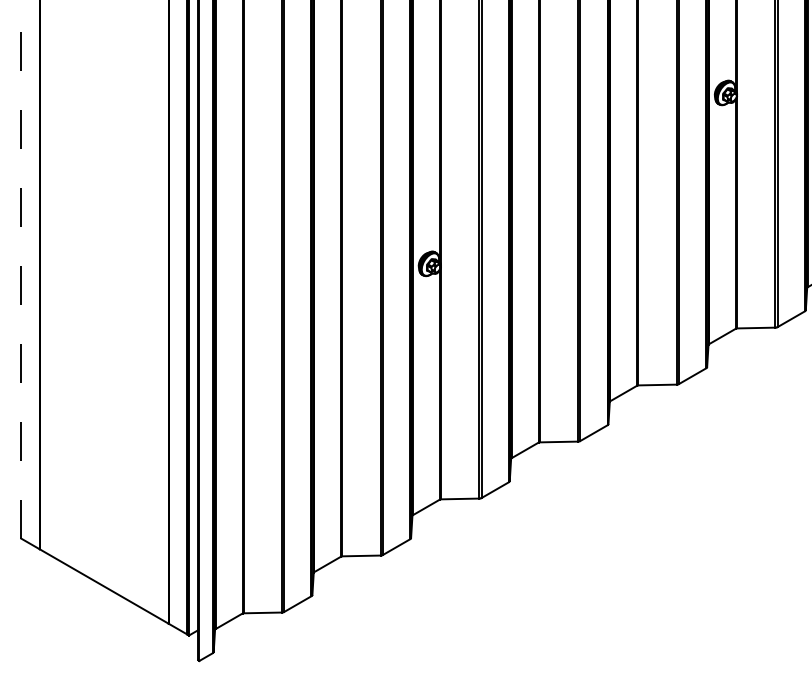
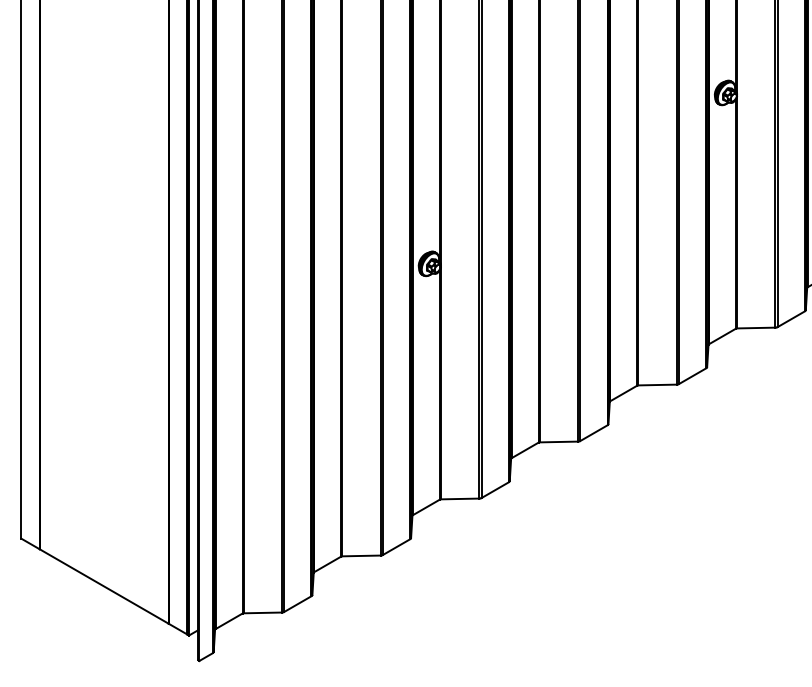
line at (21, 269): dashed -> solid
